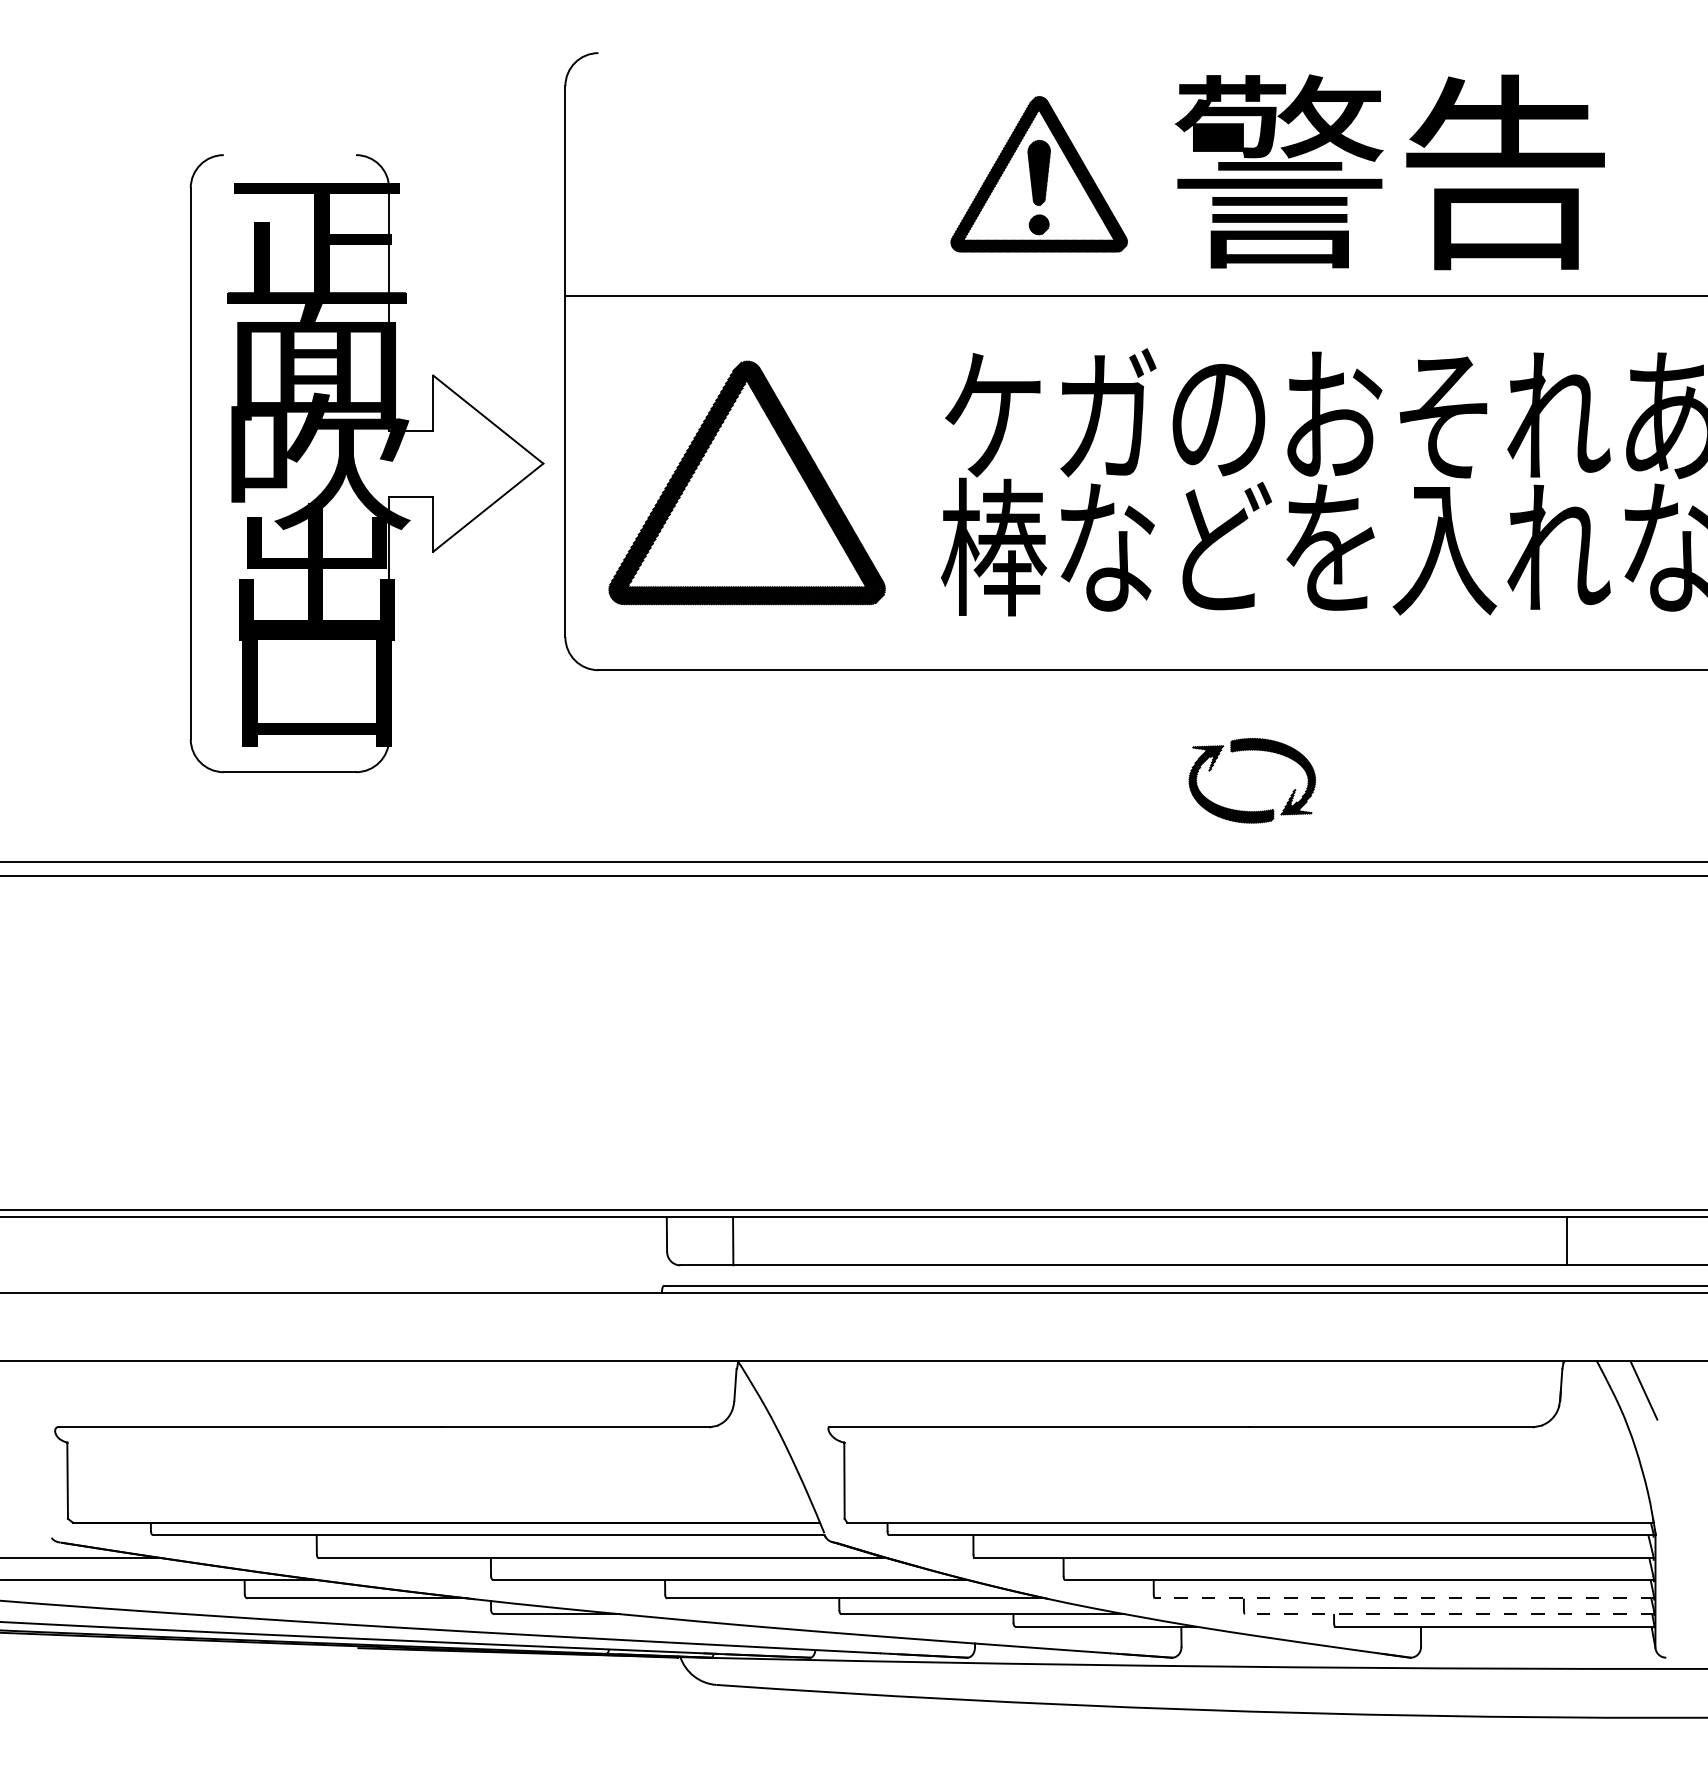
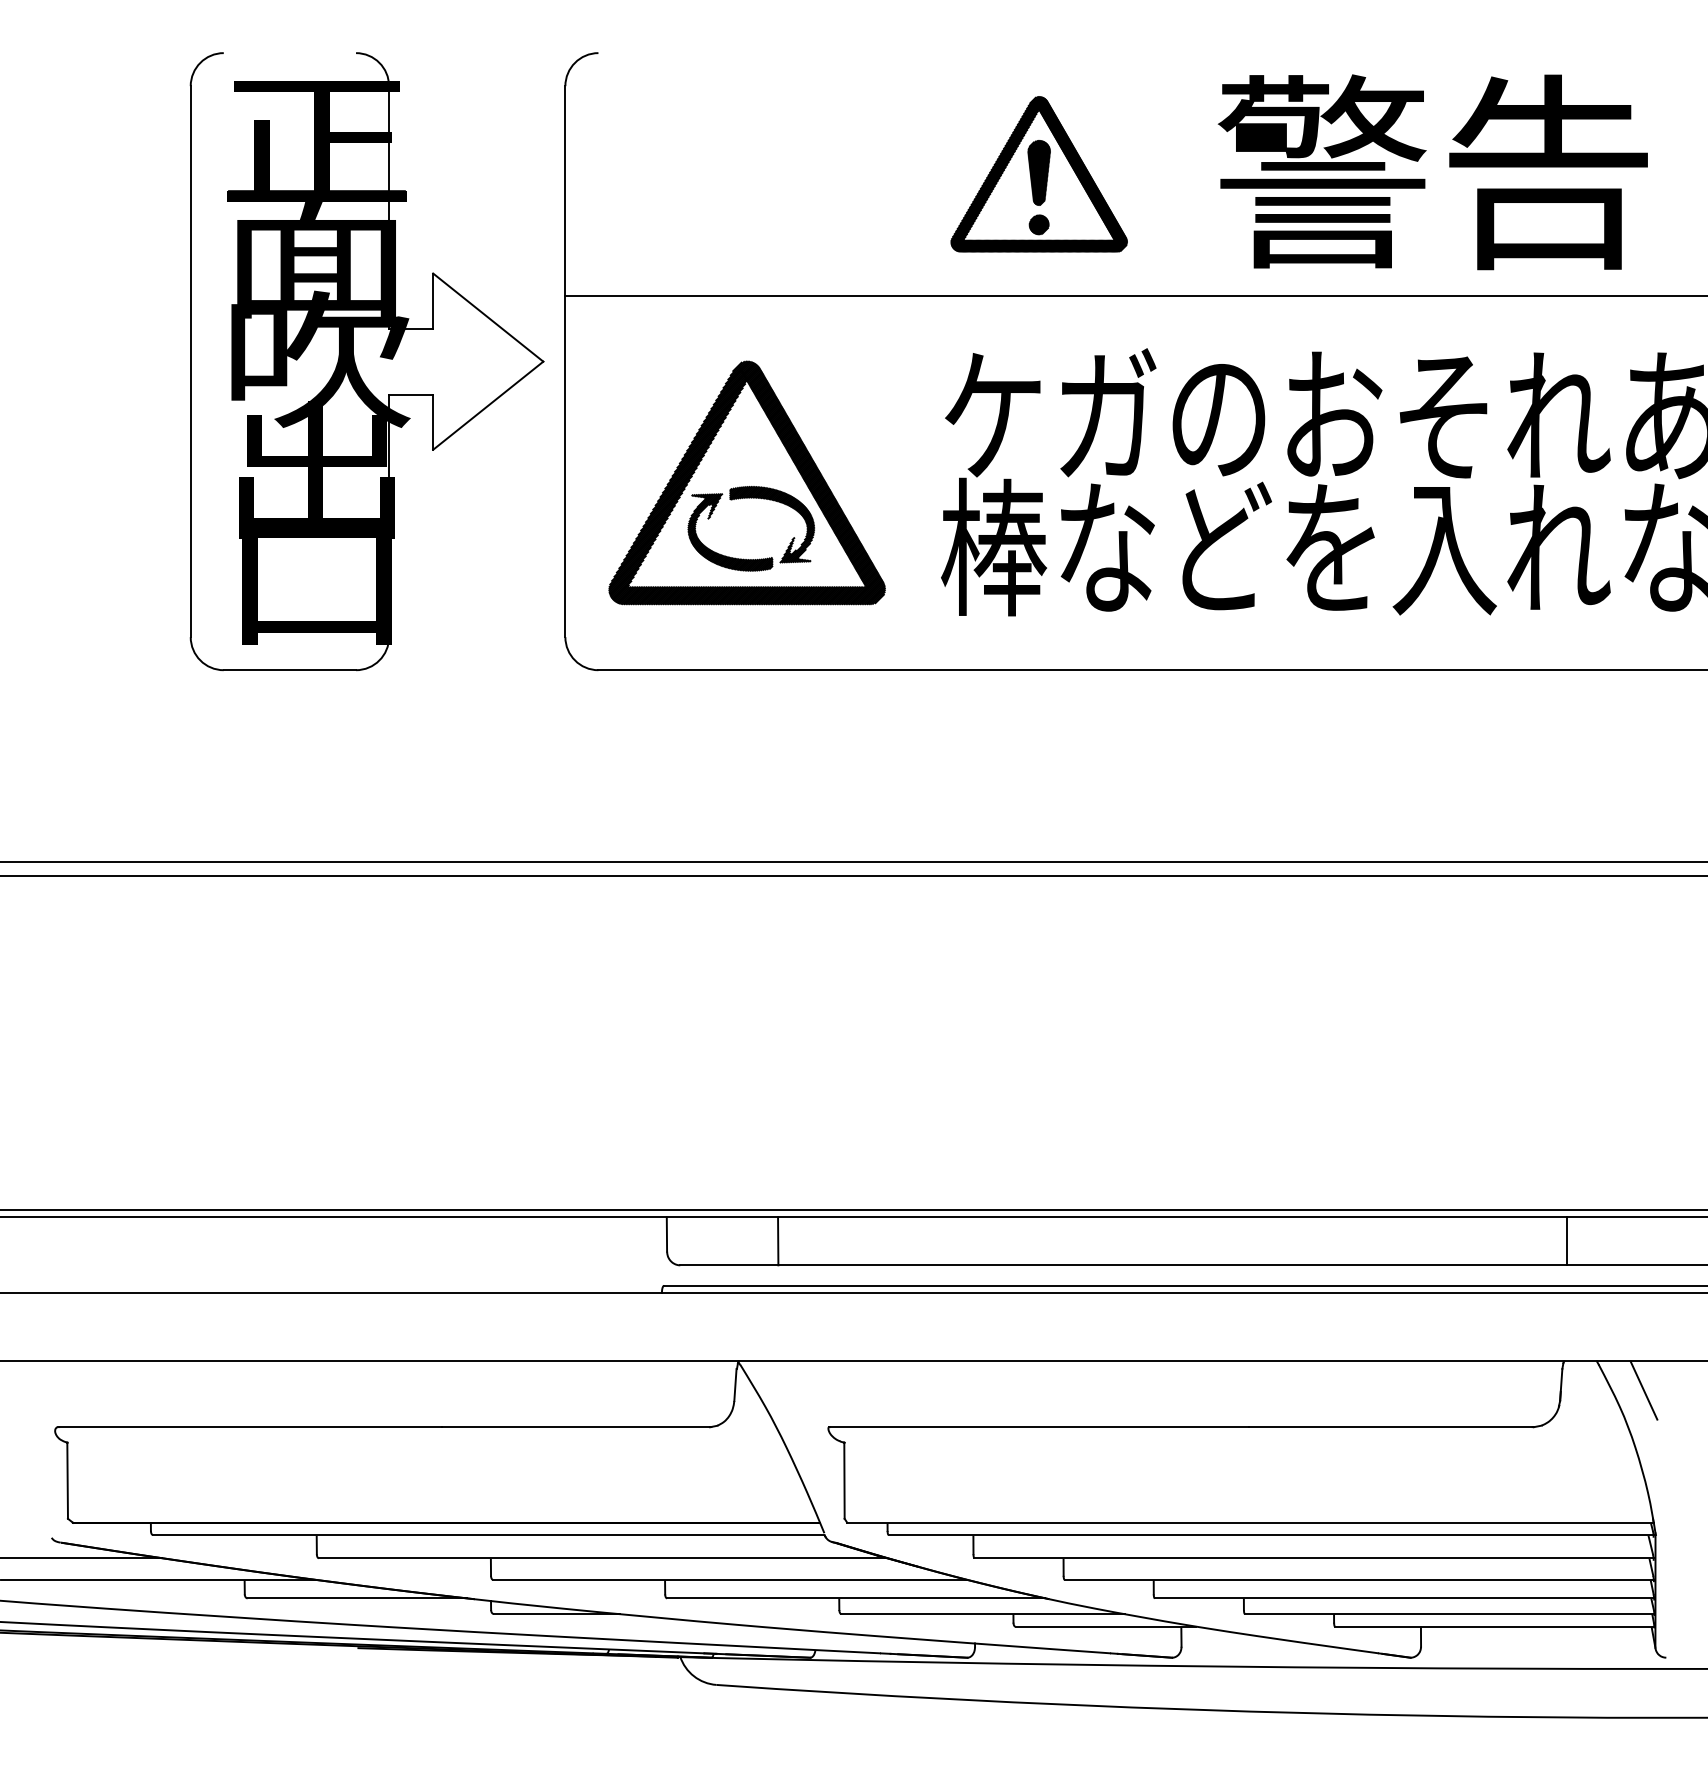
text at (1389, 172) position: (1389, 172) -> (1432, 172)
part at (366, 463) position: (366, 463) -> (366, 361)
part at (1252, 750) position: (1252, 750) -> (751, 498)
line at (733, 1241) position: (733, 1241) -> (778, 1241)
line at (1404, 1598): dashed -> solid
line at (1449, 1614): dashed -> solid
